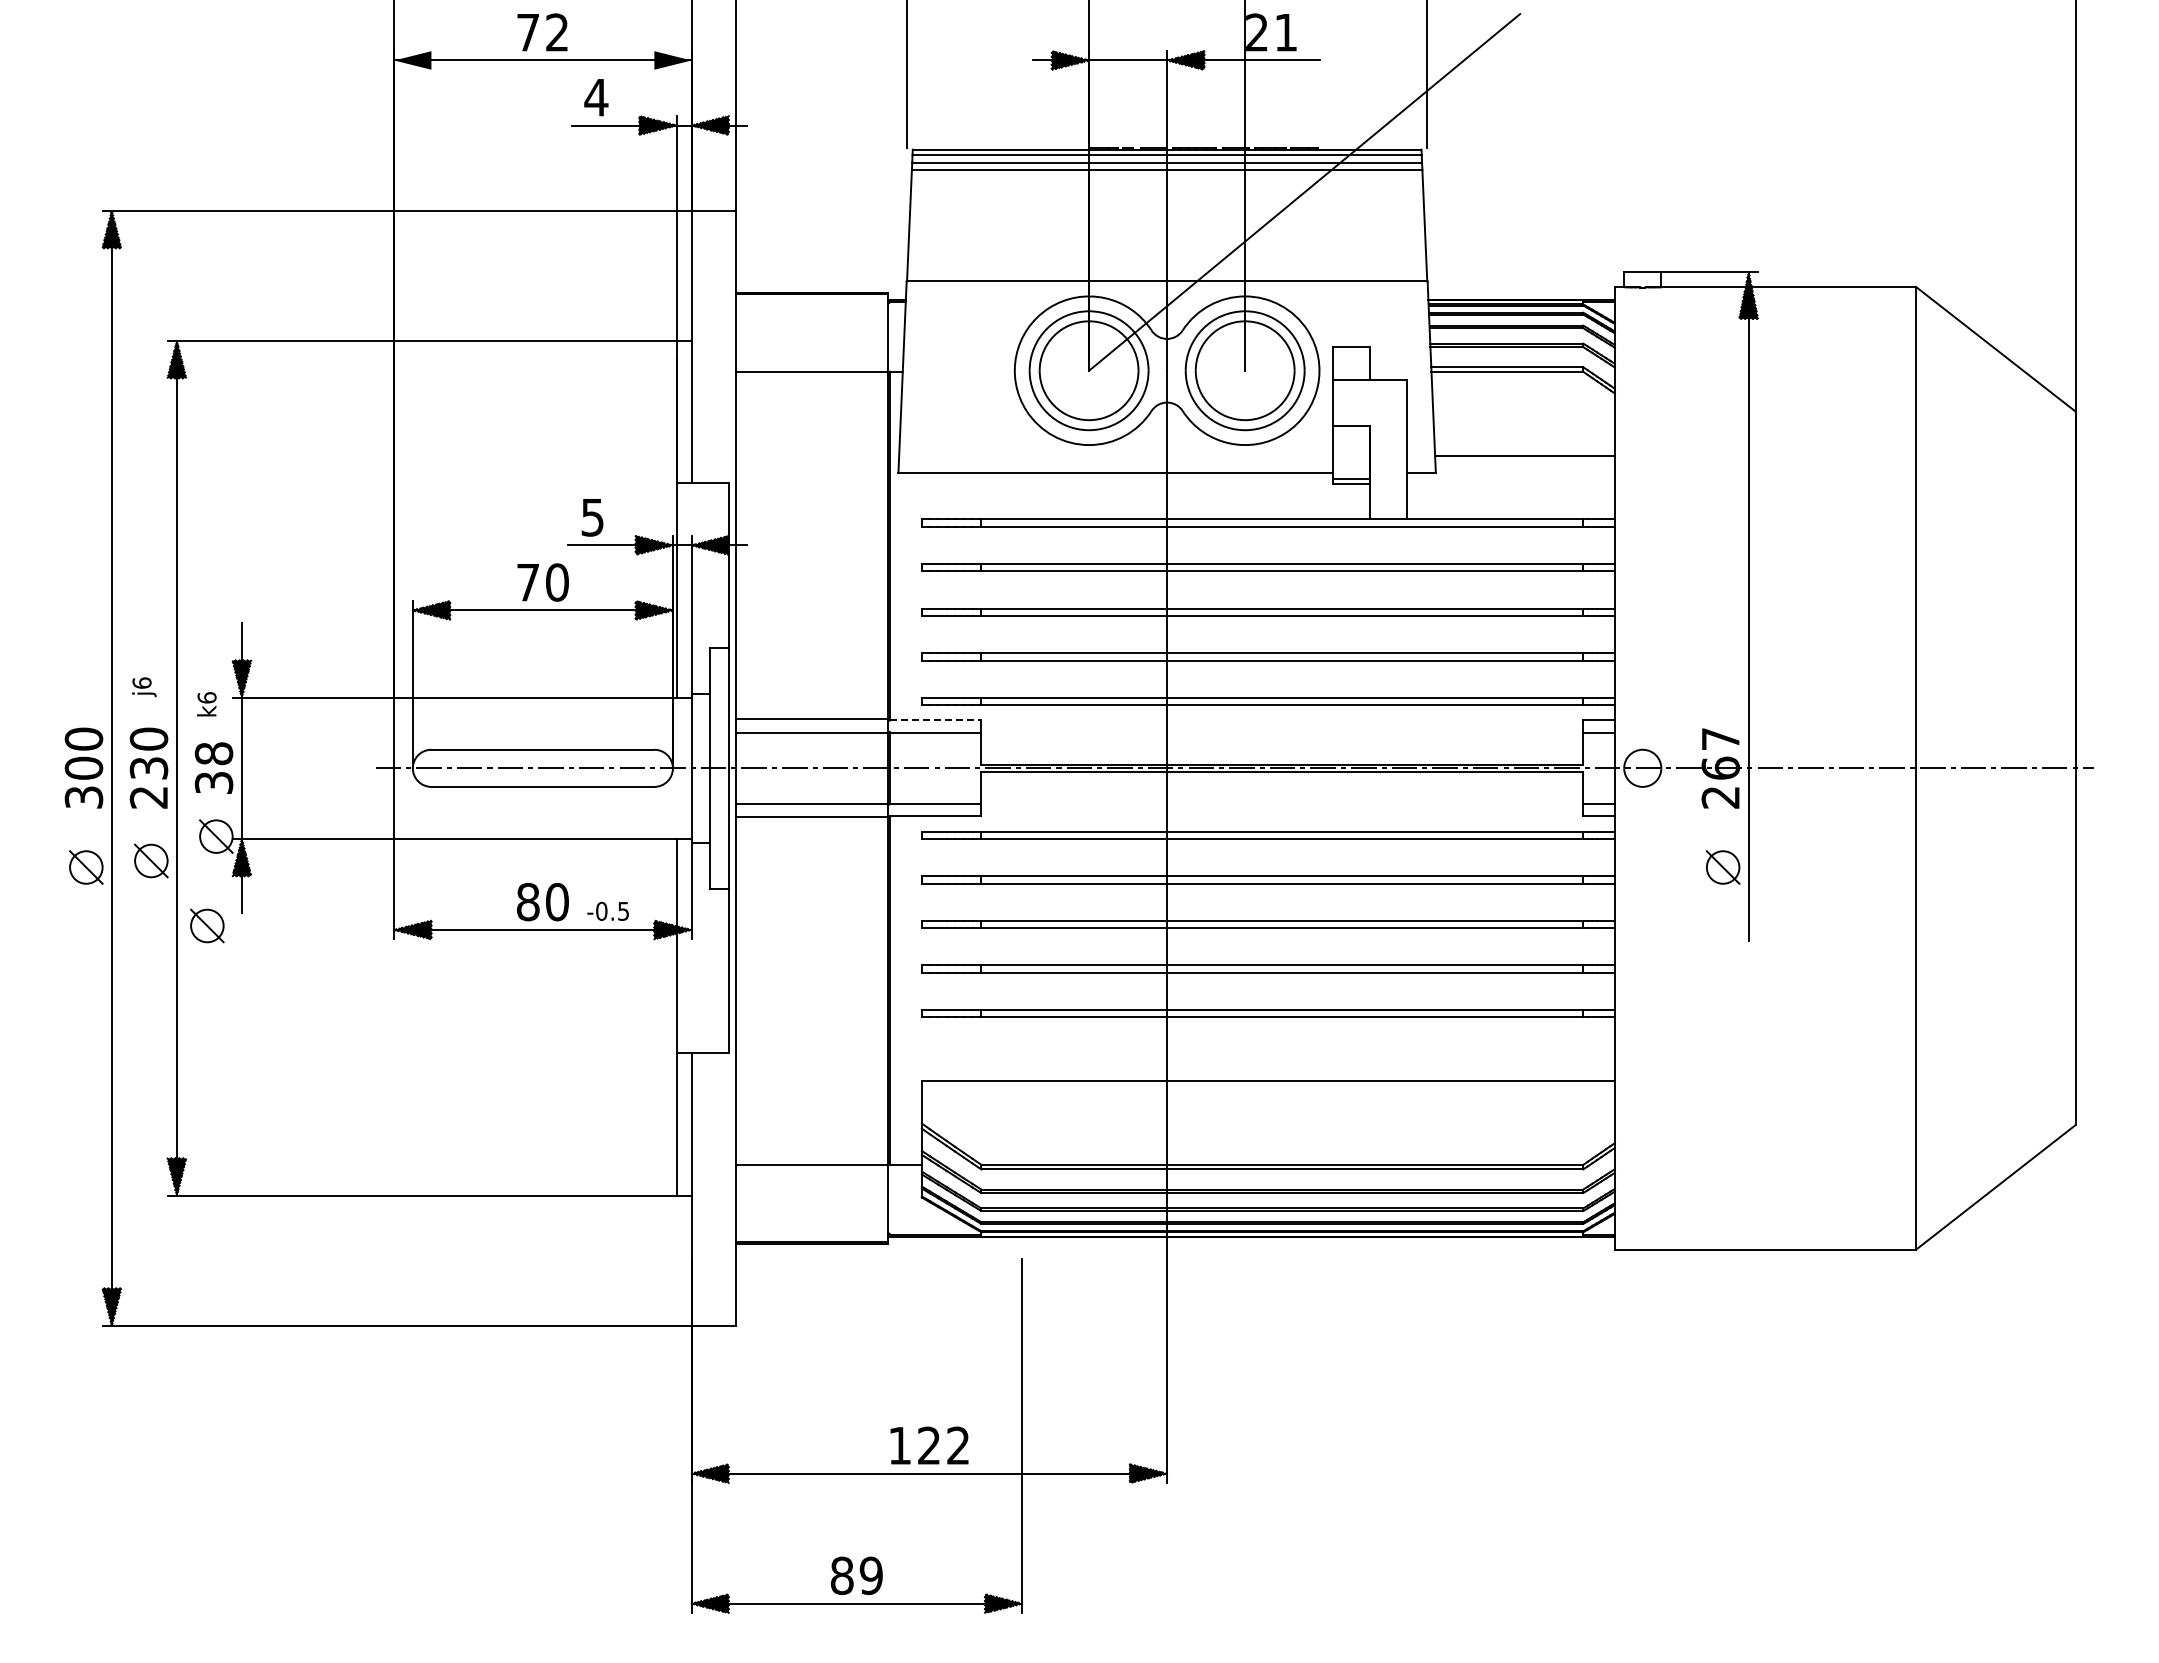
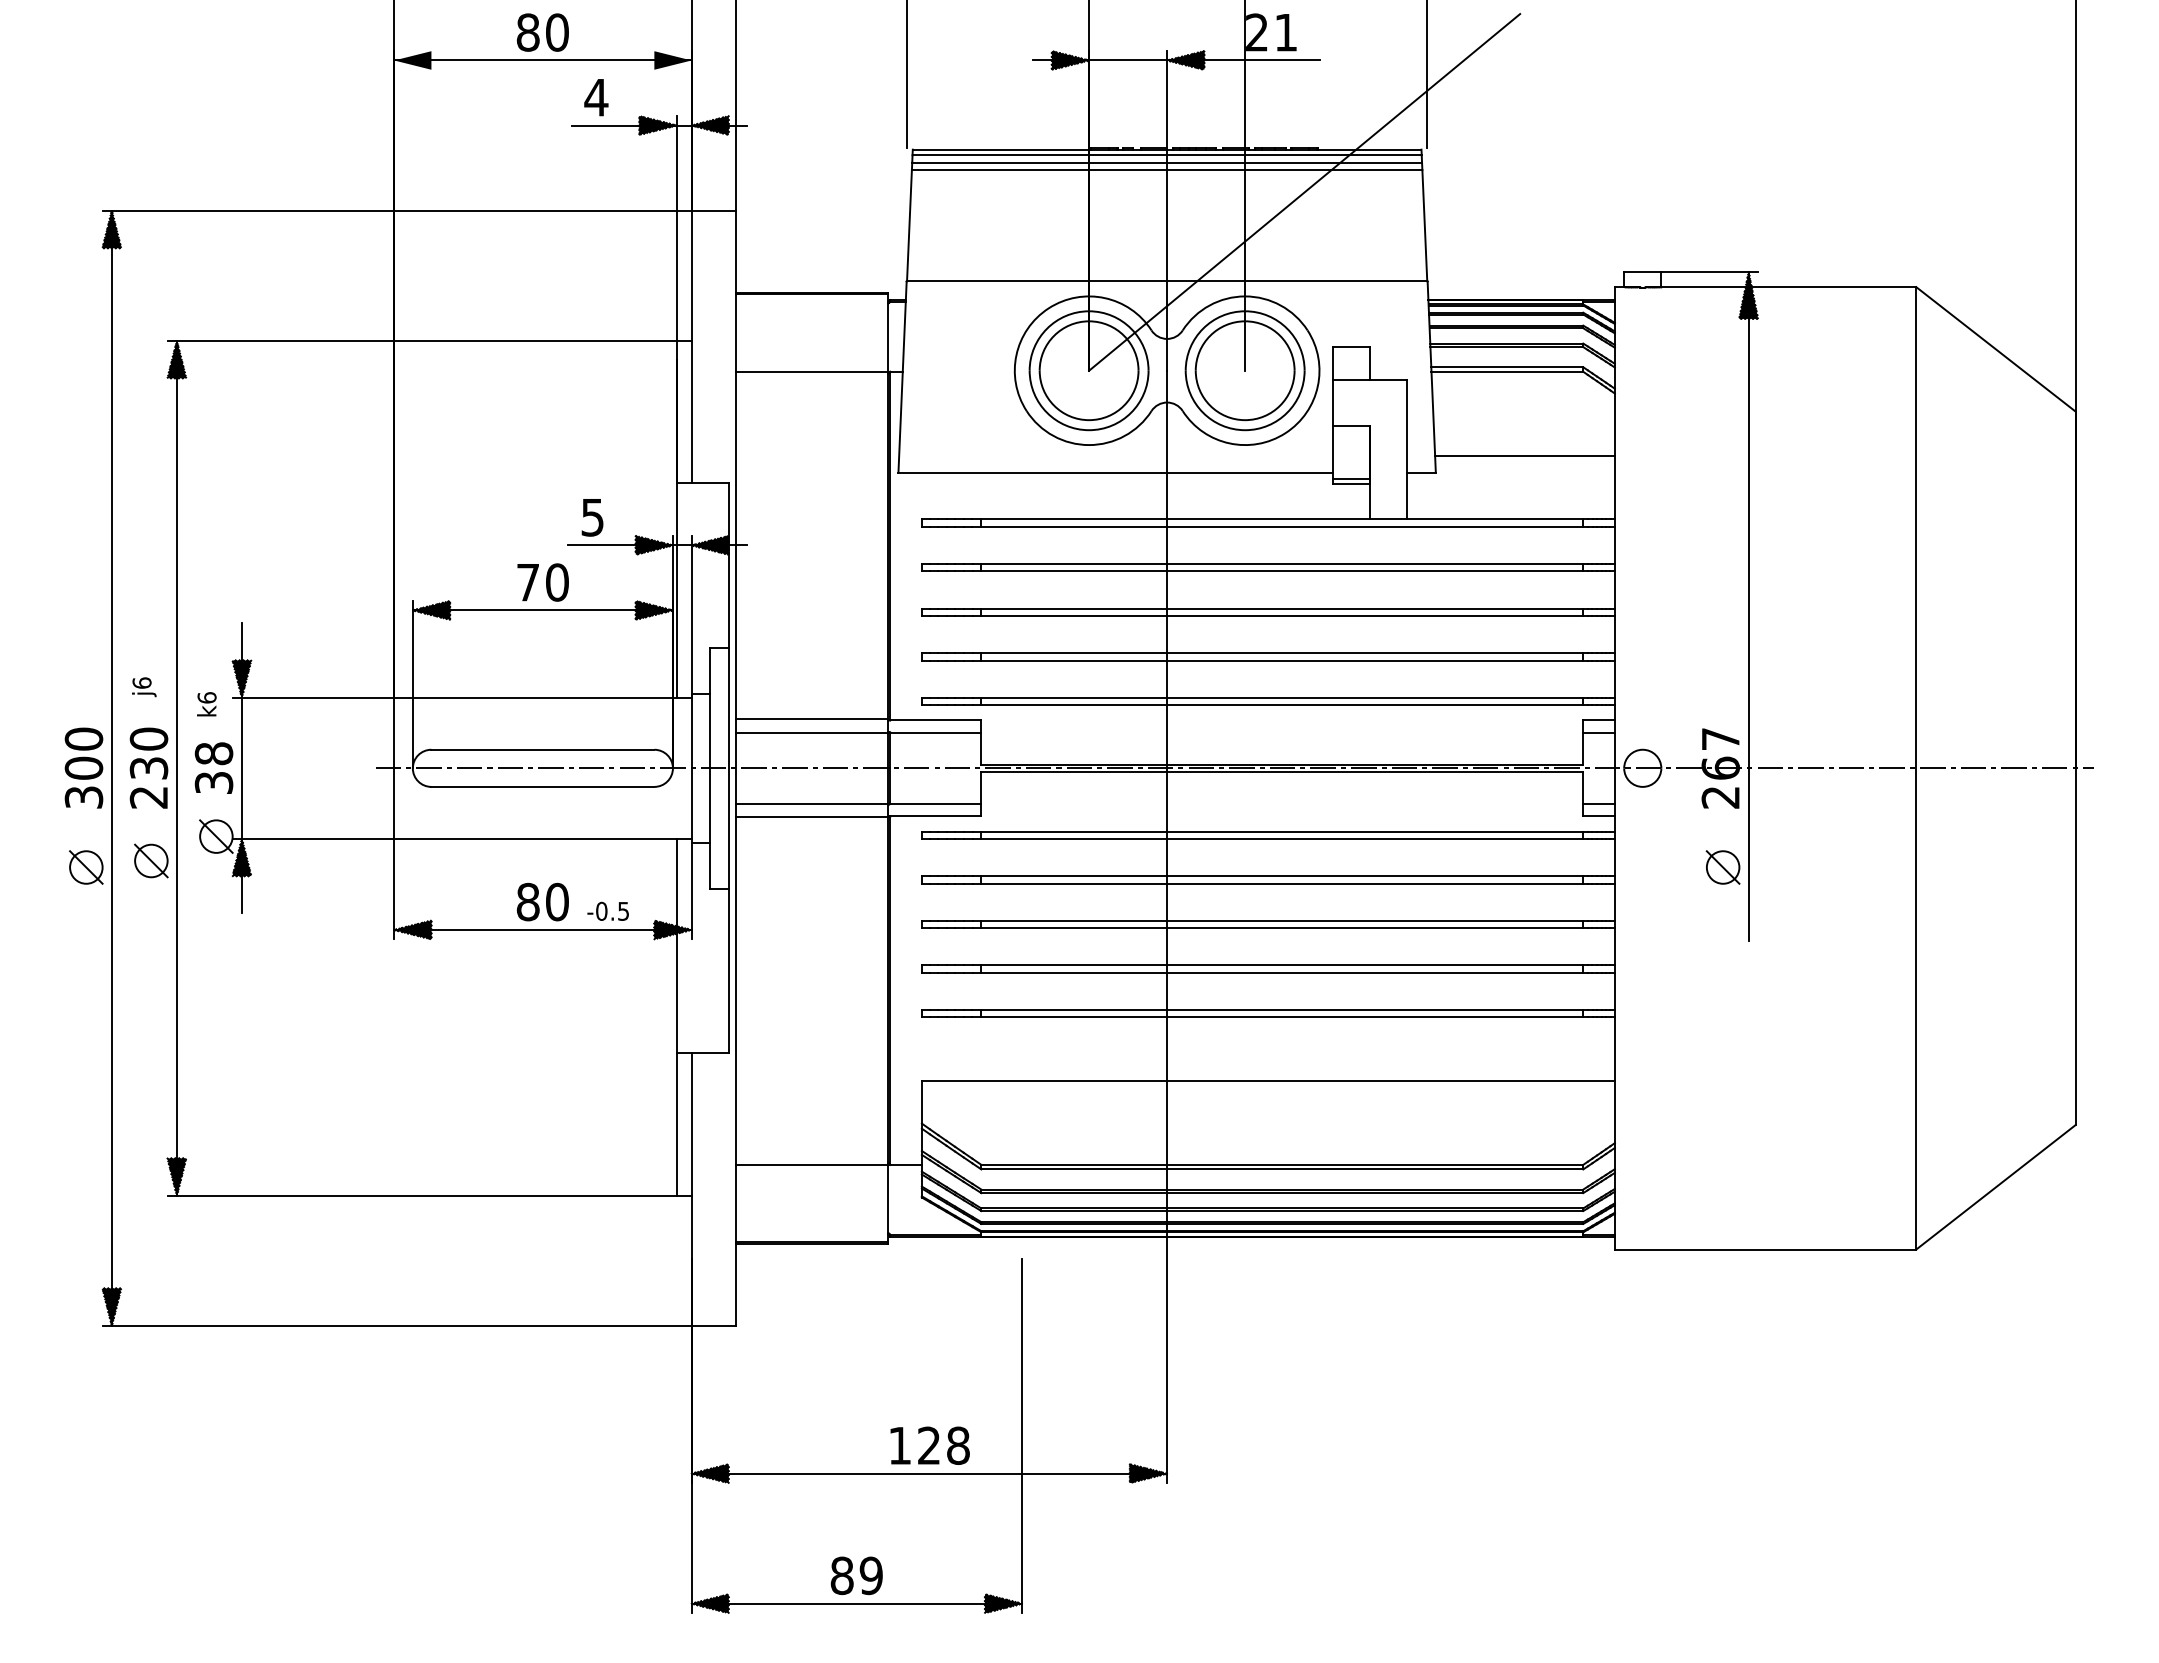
text at (542, 32): 72 -> 80
line at (935, 720): dashed -> solid
part at (207, 925): present -> none
text at (958, 1445): 122 -> 128
